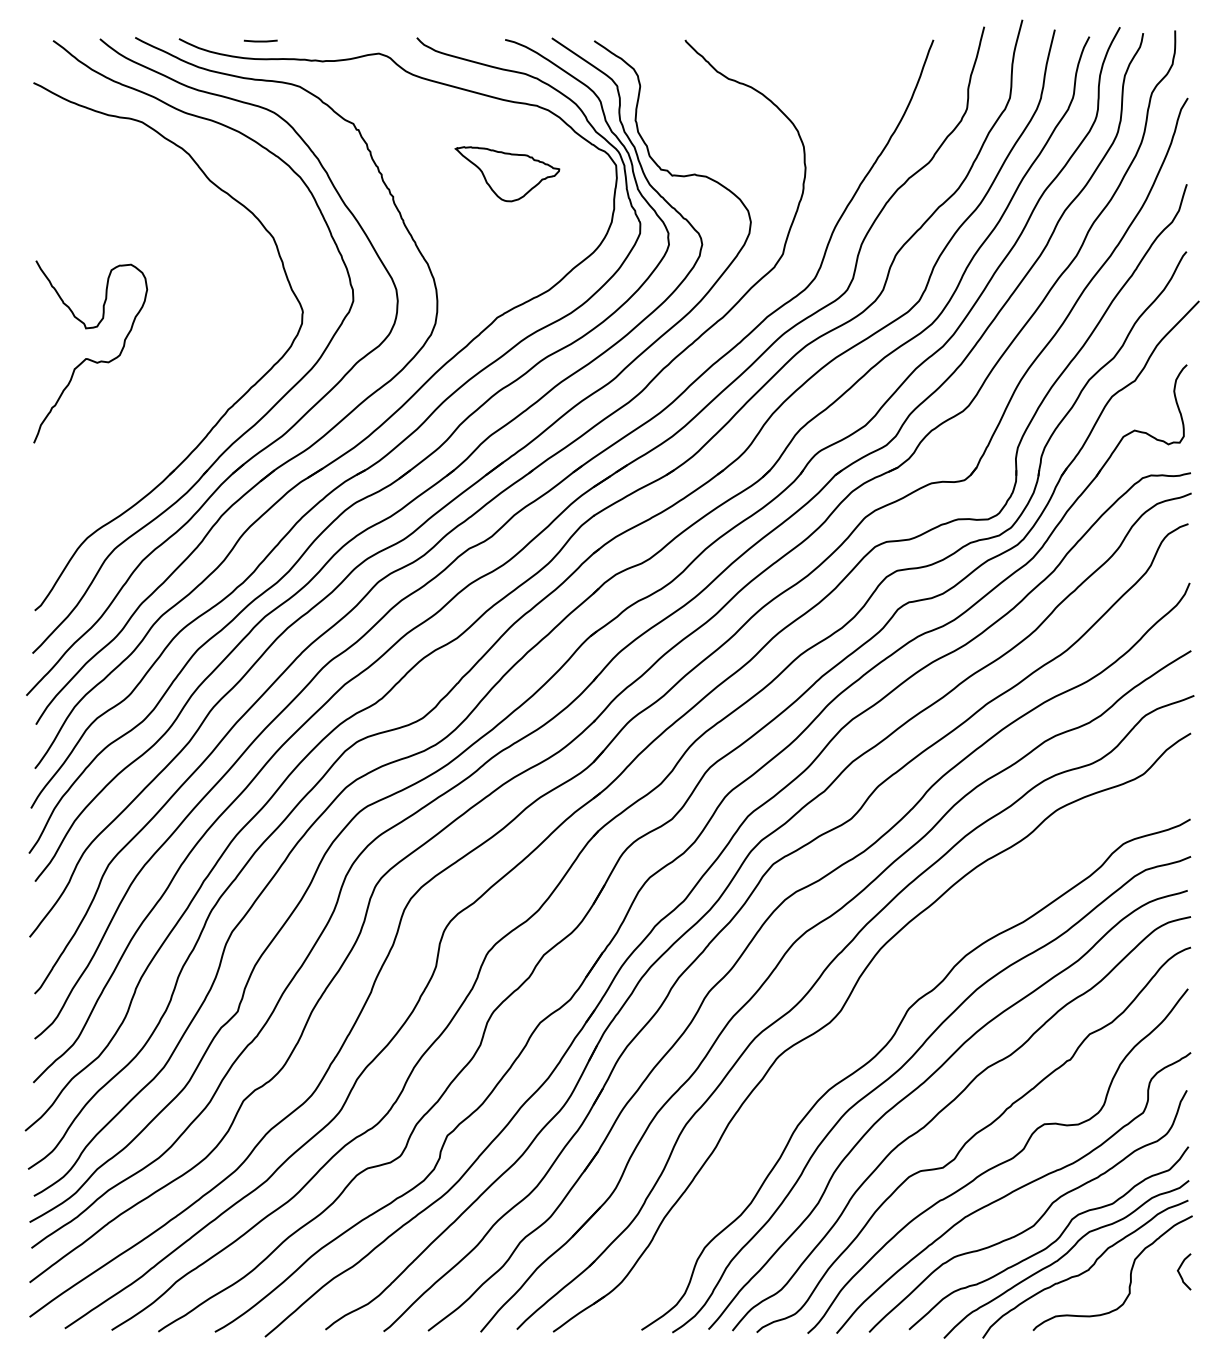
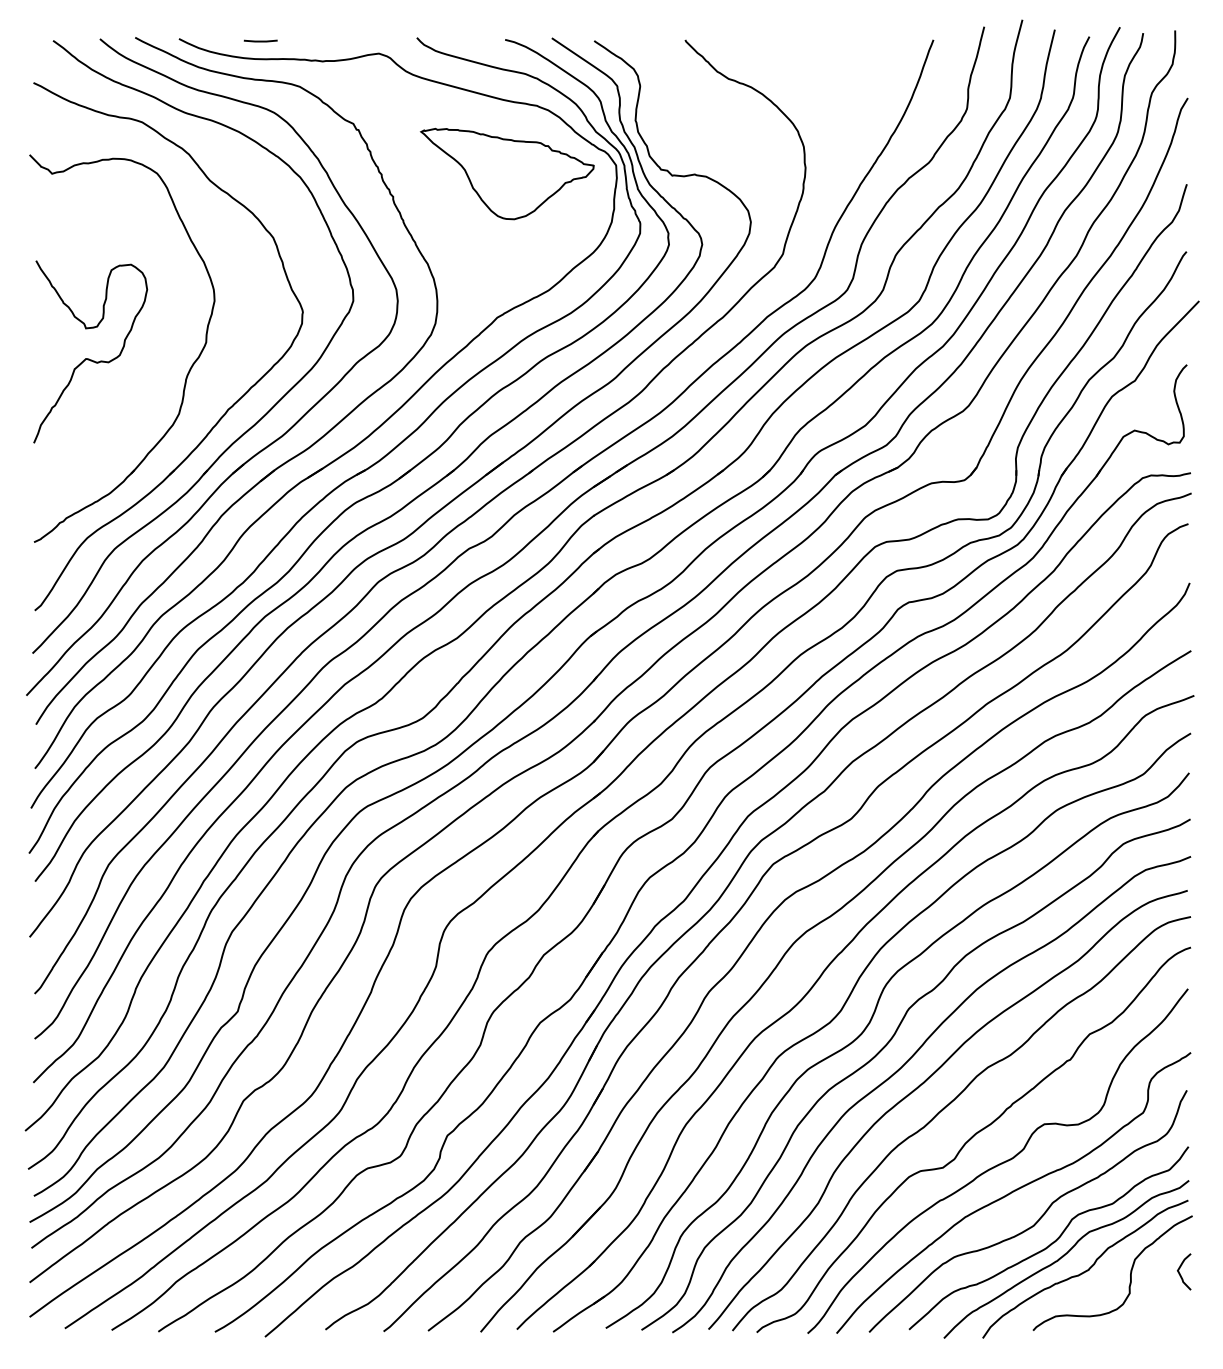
part at (507, 174) size: 107x57 px -> 175x93 px
part at (187, 372): none -> present
curve at (866, 1029): none -> present
